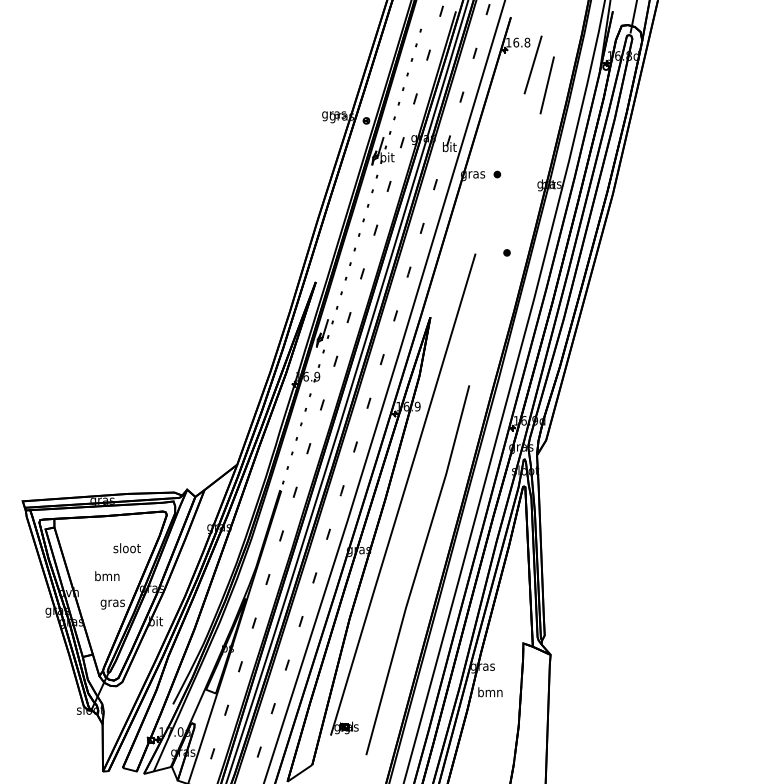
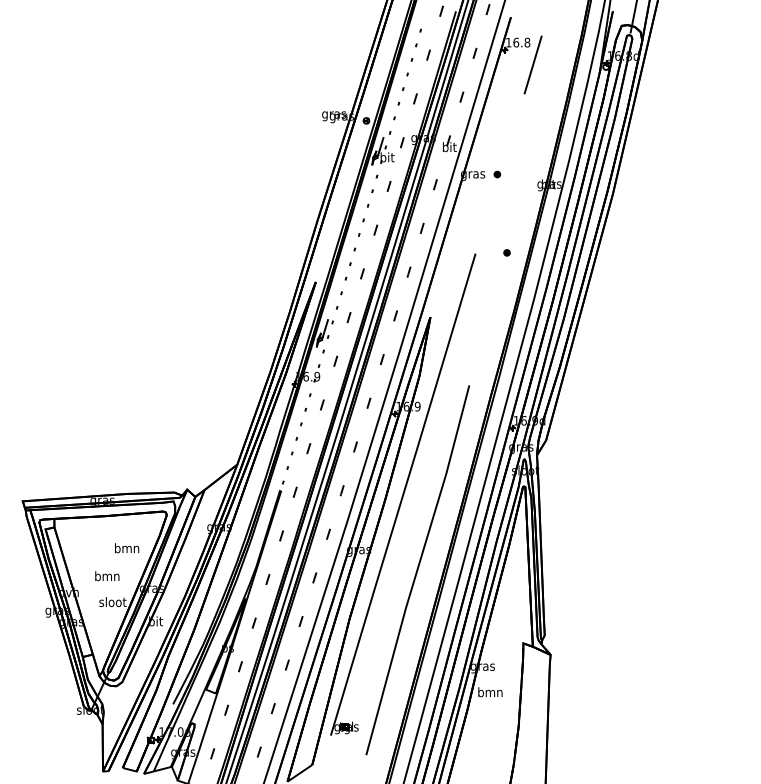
line at (546, 85): present -> none
text at (126, 548): sloot -> bmn
text at (112, 603): gras -> sloot
